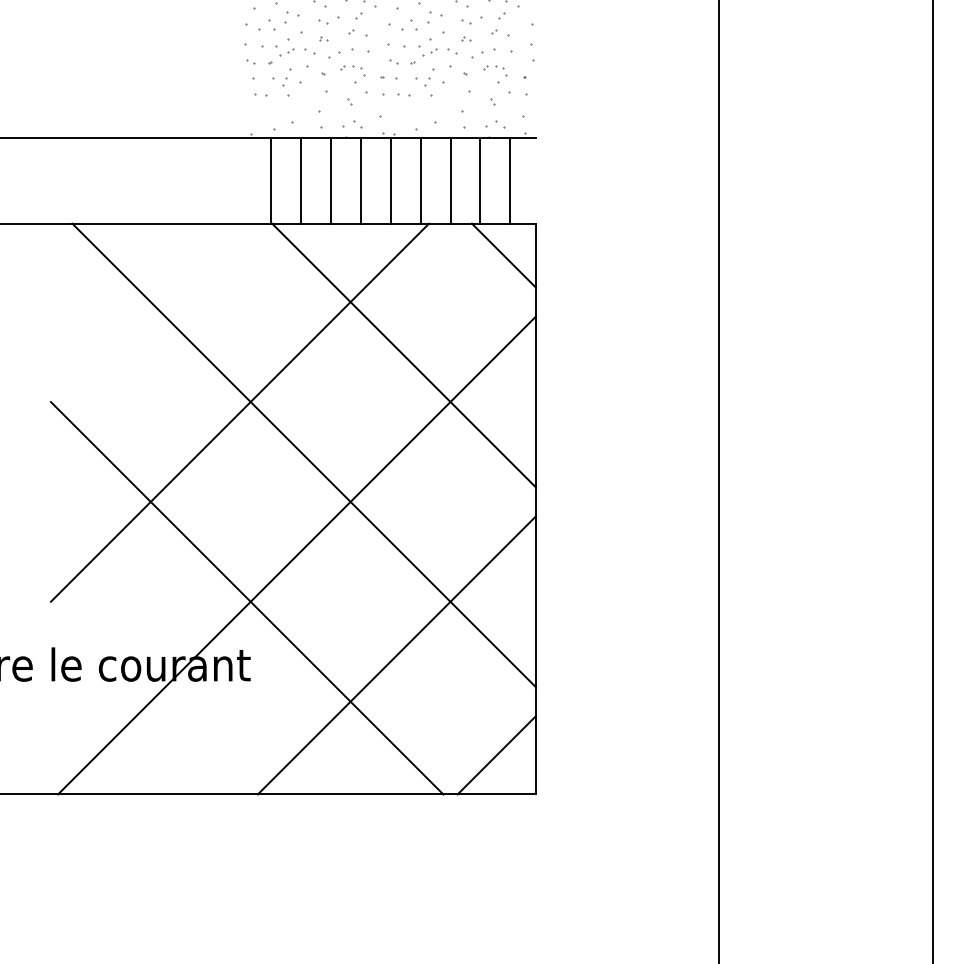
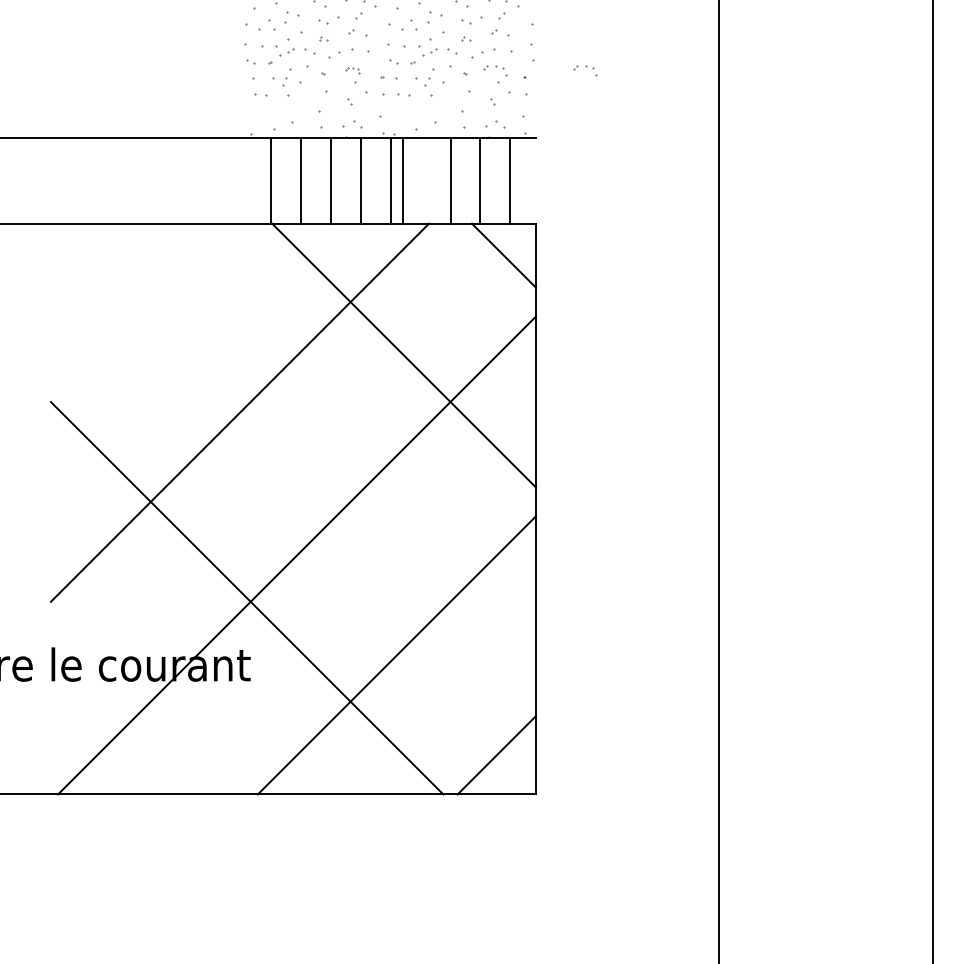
part at (352, 70) size: 26x12 px -> 16x8 px
part at (585, 70): none -> present
line at (420, 180) position: (420, 180) -> (402, 180)
line at (303, 455): present -> none
